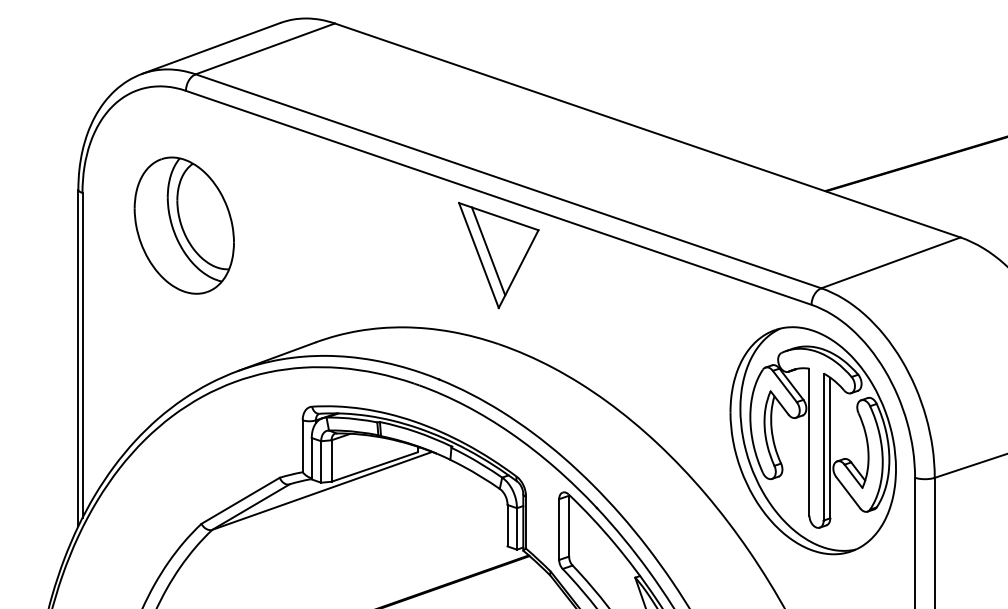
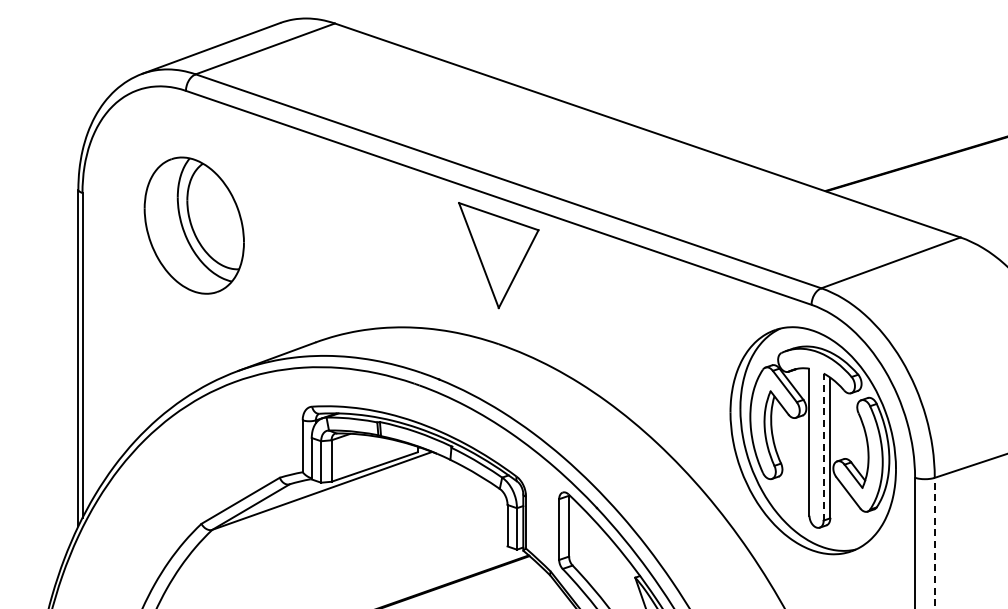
part at (183, 225) position: (183, 225) -> (193, 225)
line at (488, 251): present -> none
line at (823, 447): solid -> dashed
line at (934, 542): solid -> dashed
